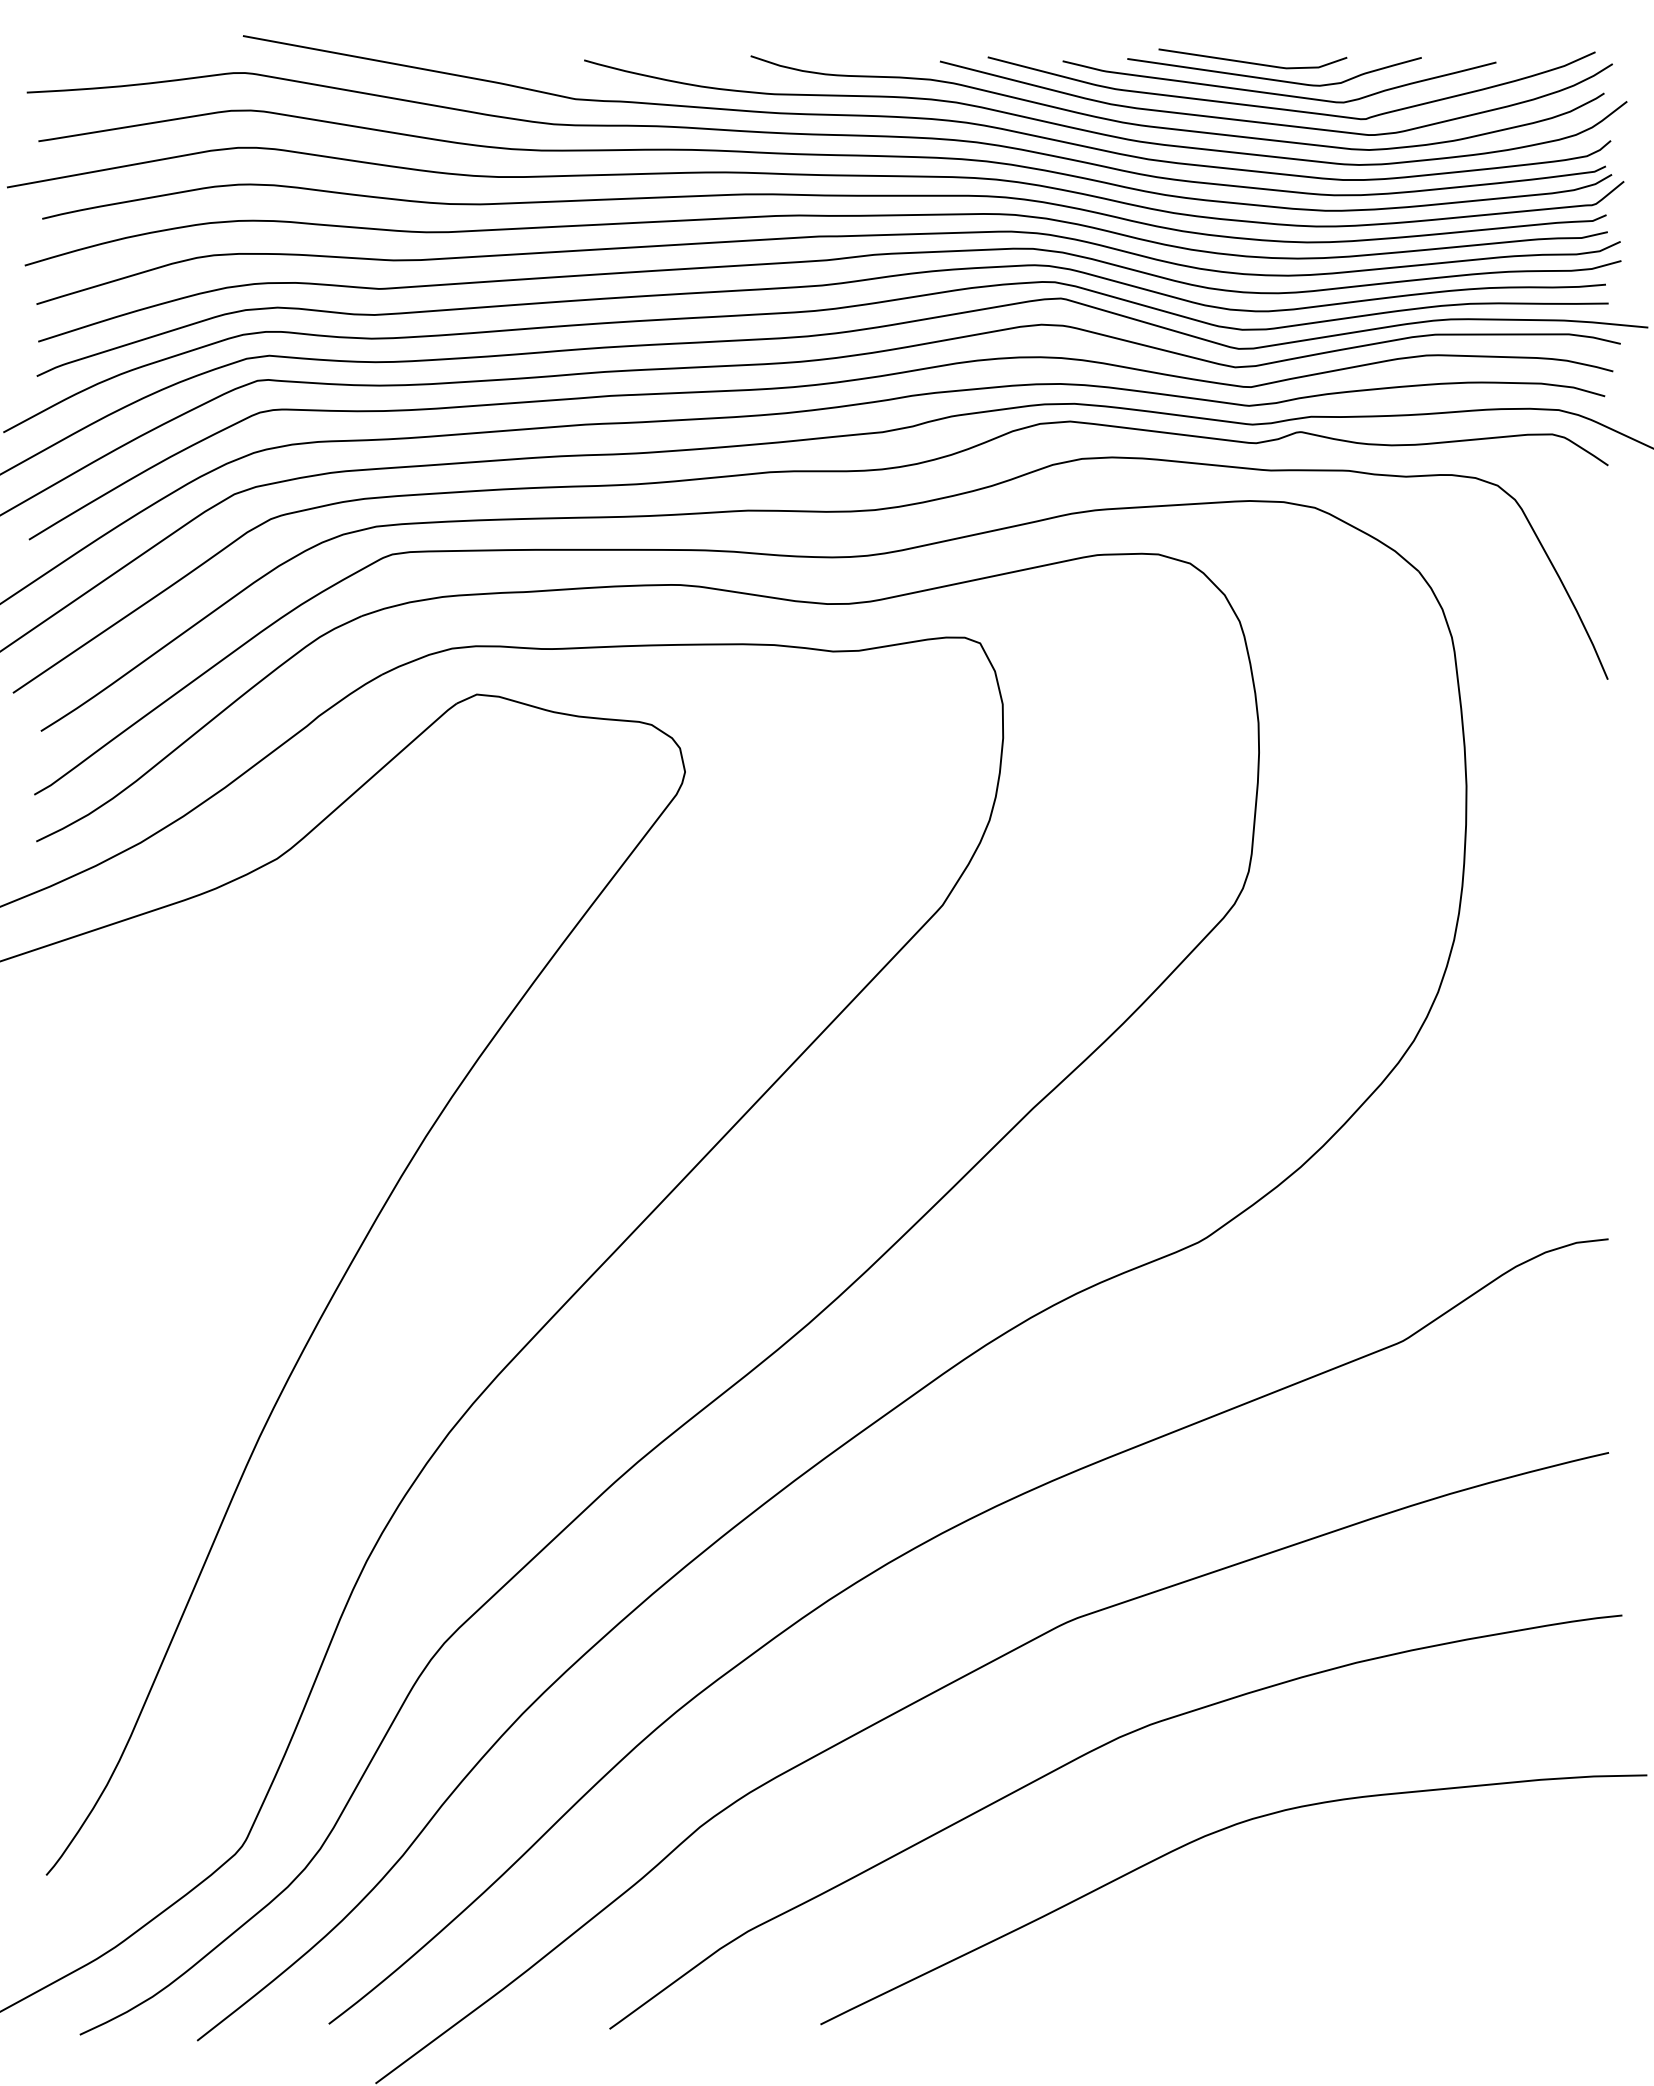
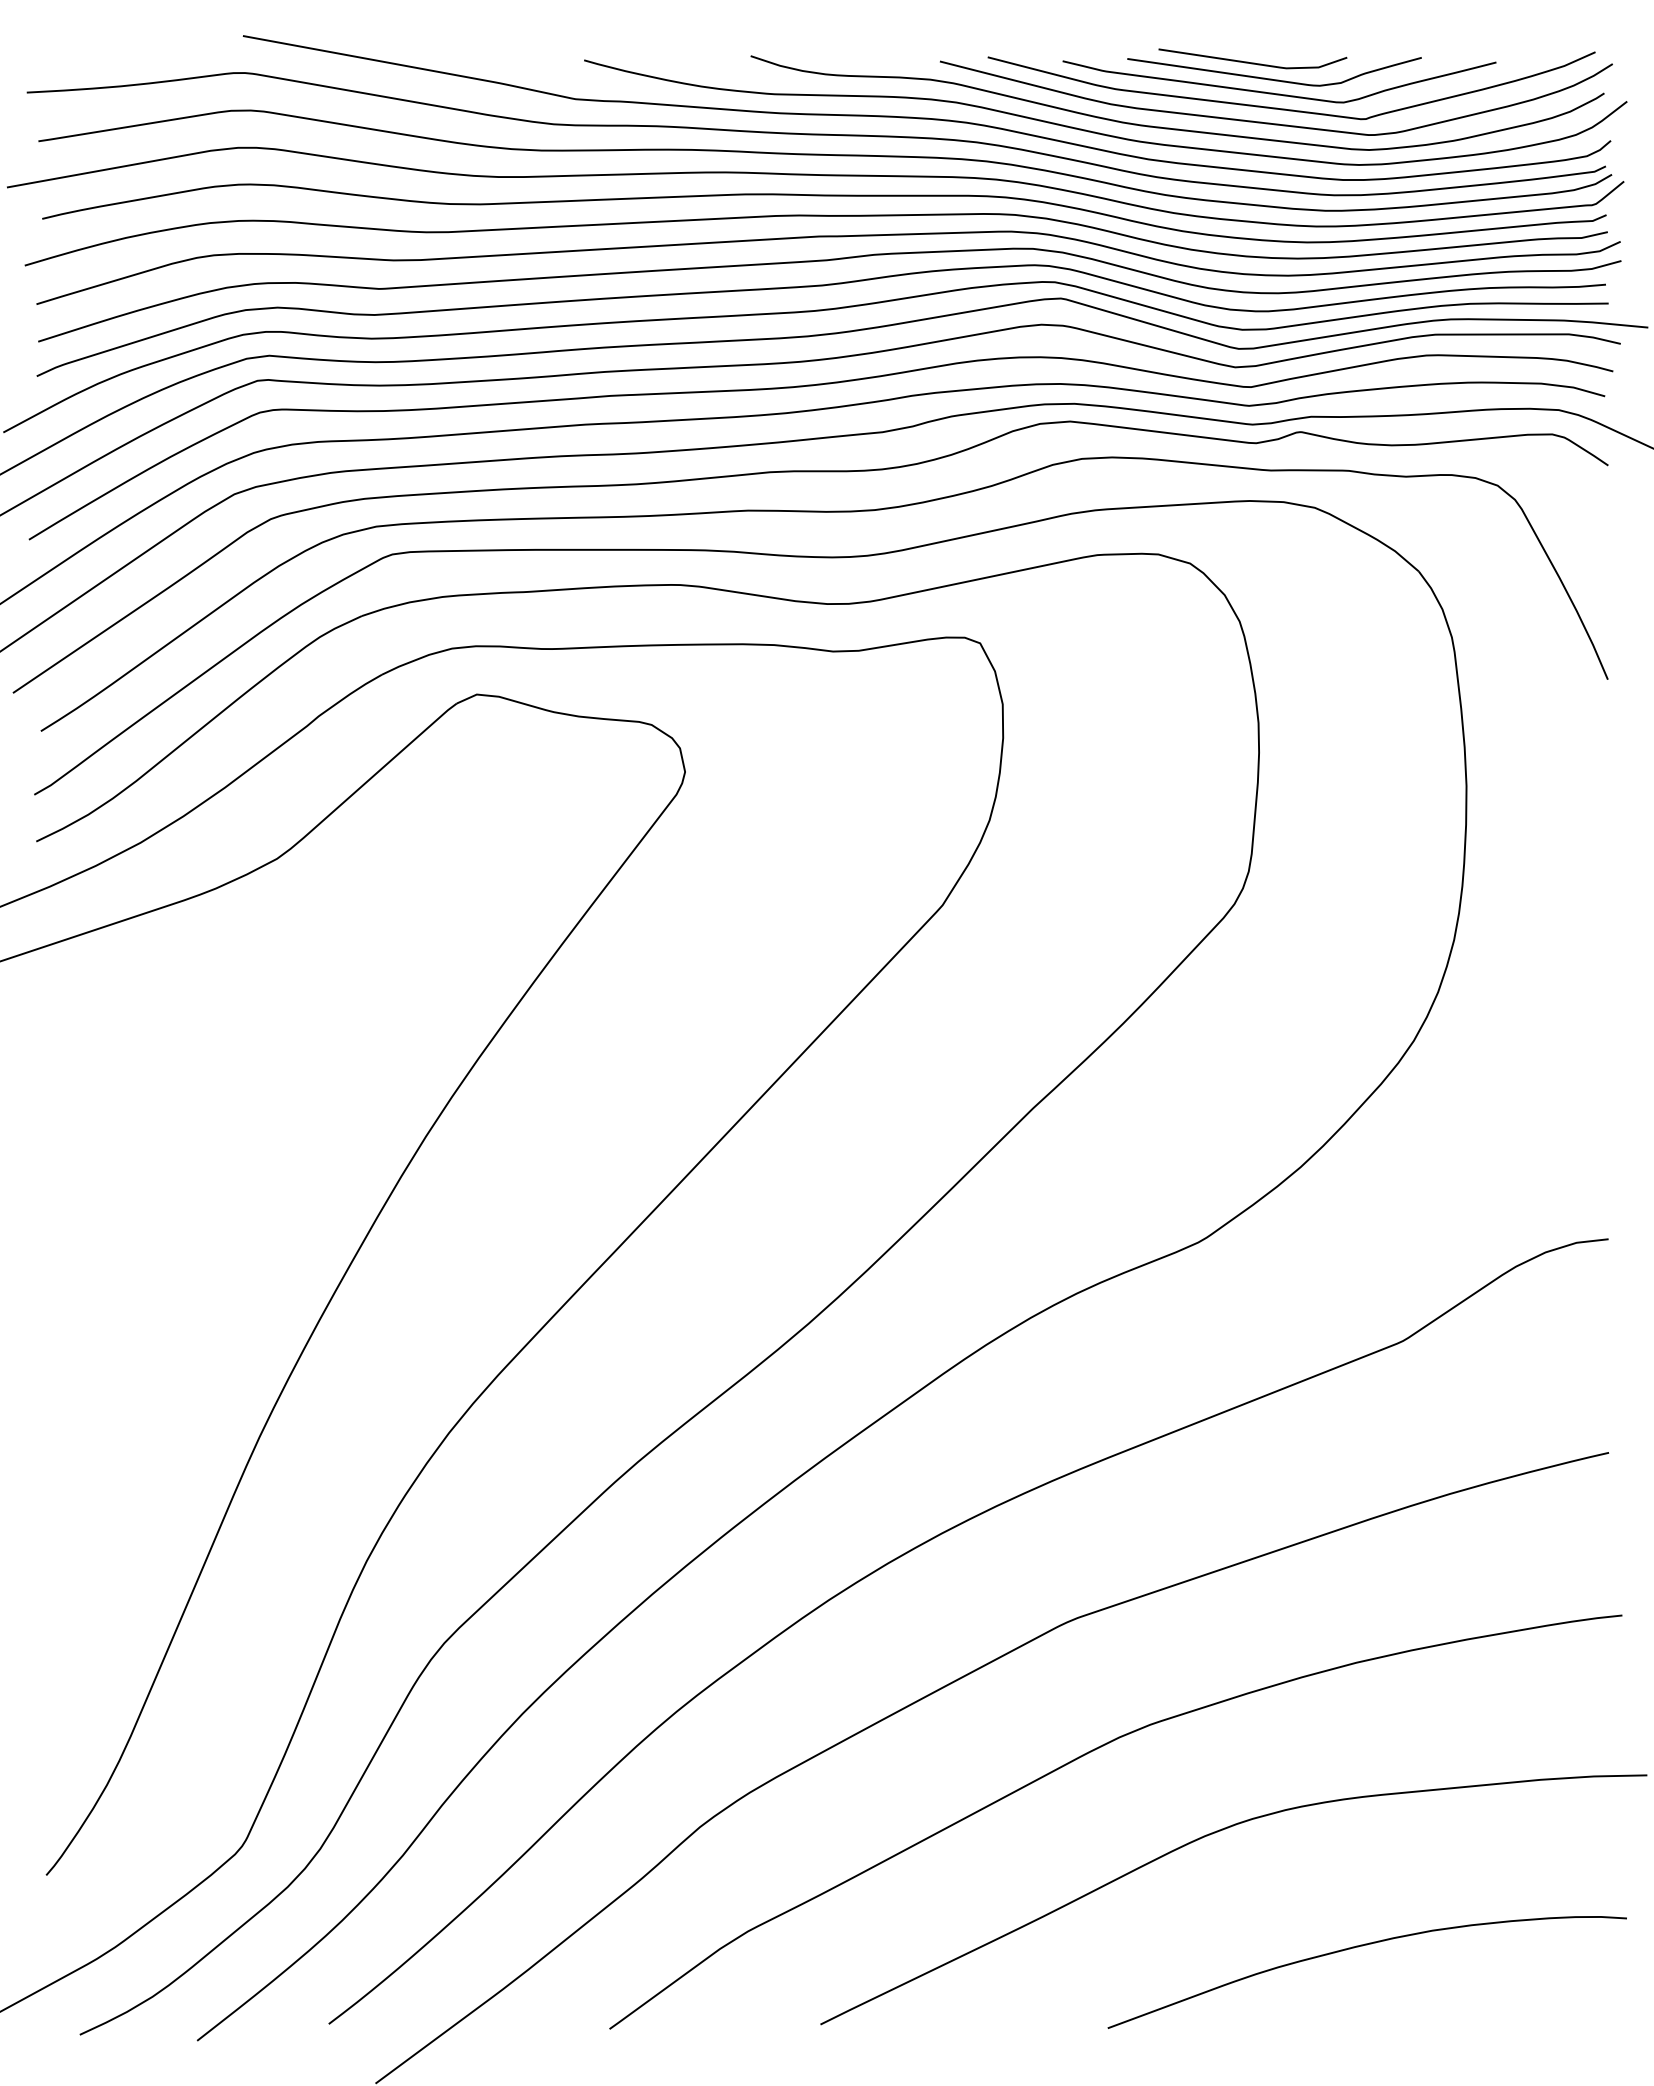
curve at (1358, 1947): none -> present
